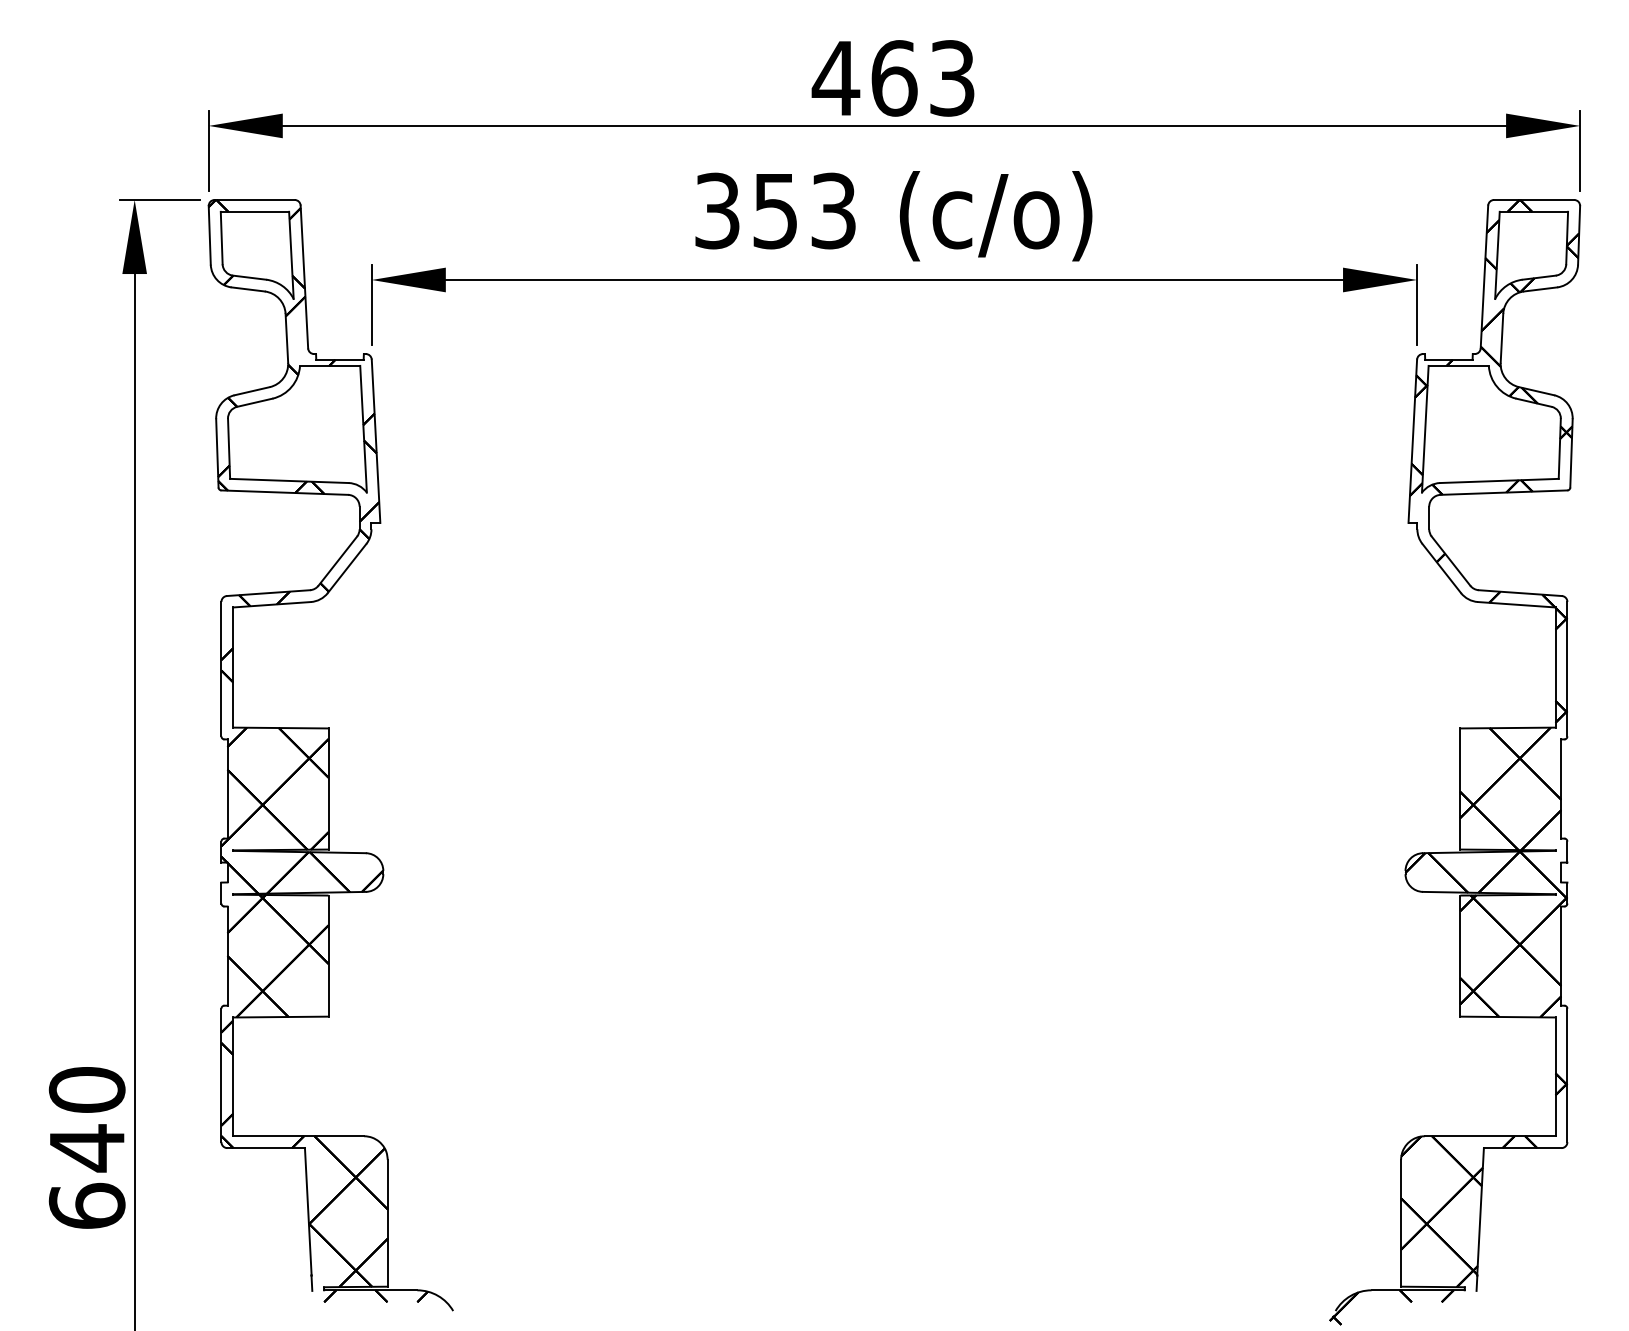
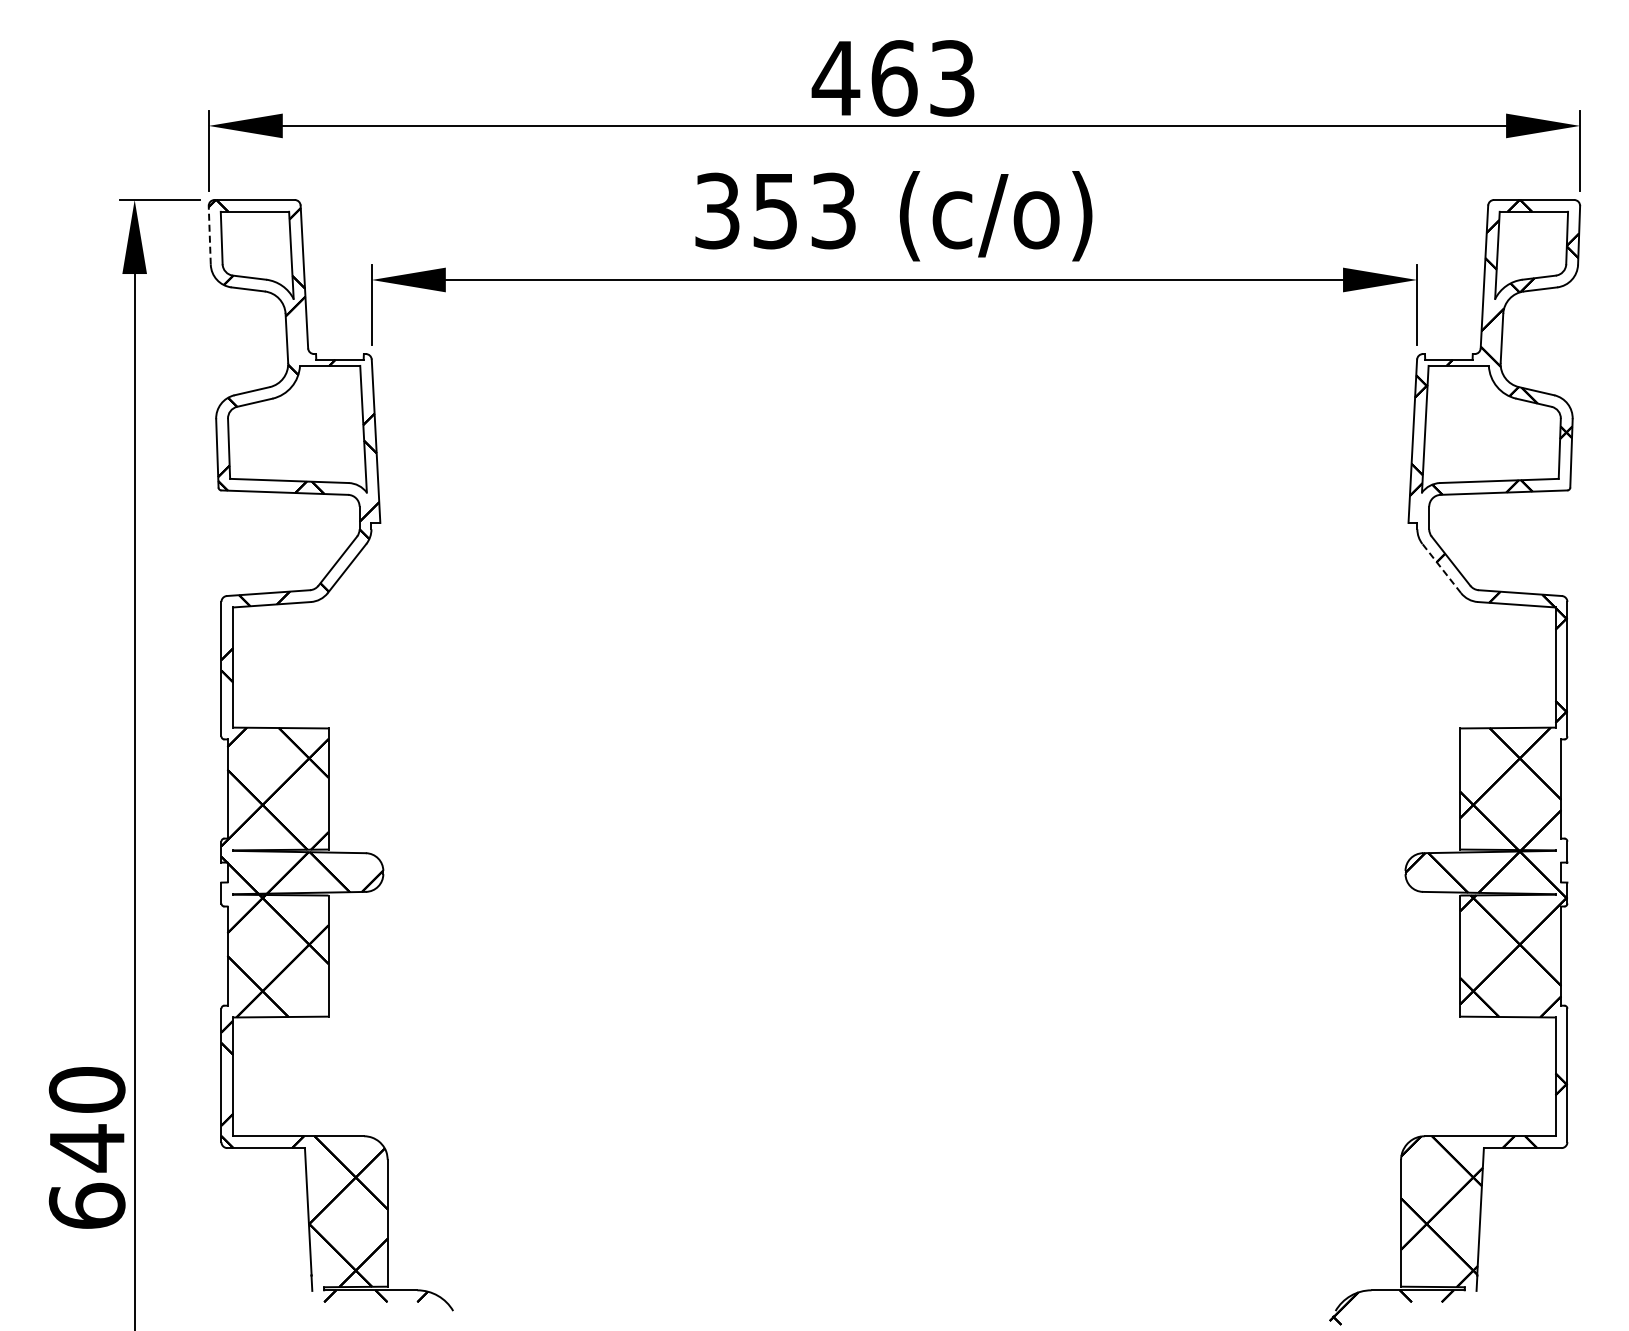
line at (209, 234): solid -> dashed
line at (1441, 568): solid -> dashed
